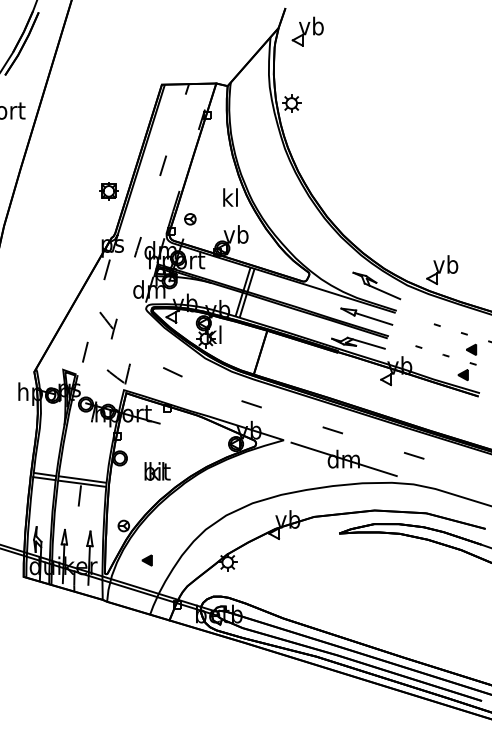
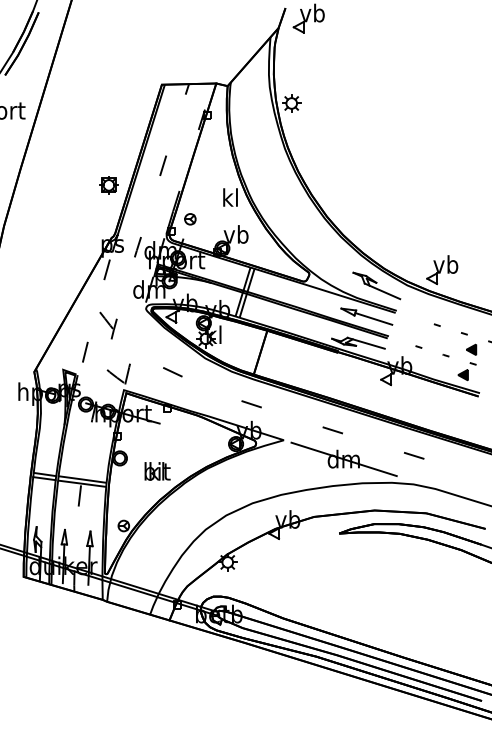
part at (307, 31) position: (307, 31) -> (308, 18)
part at (108, 191) position: (108, 191) -> (108, 185)
part at (146, 560): present -> none
